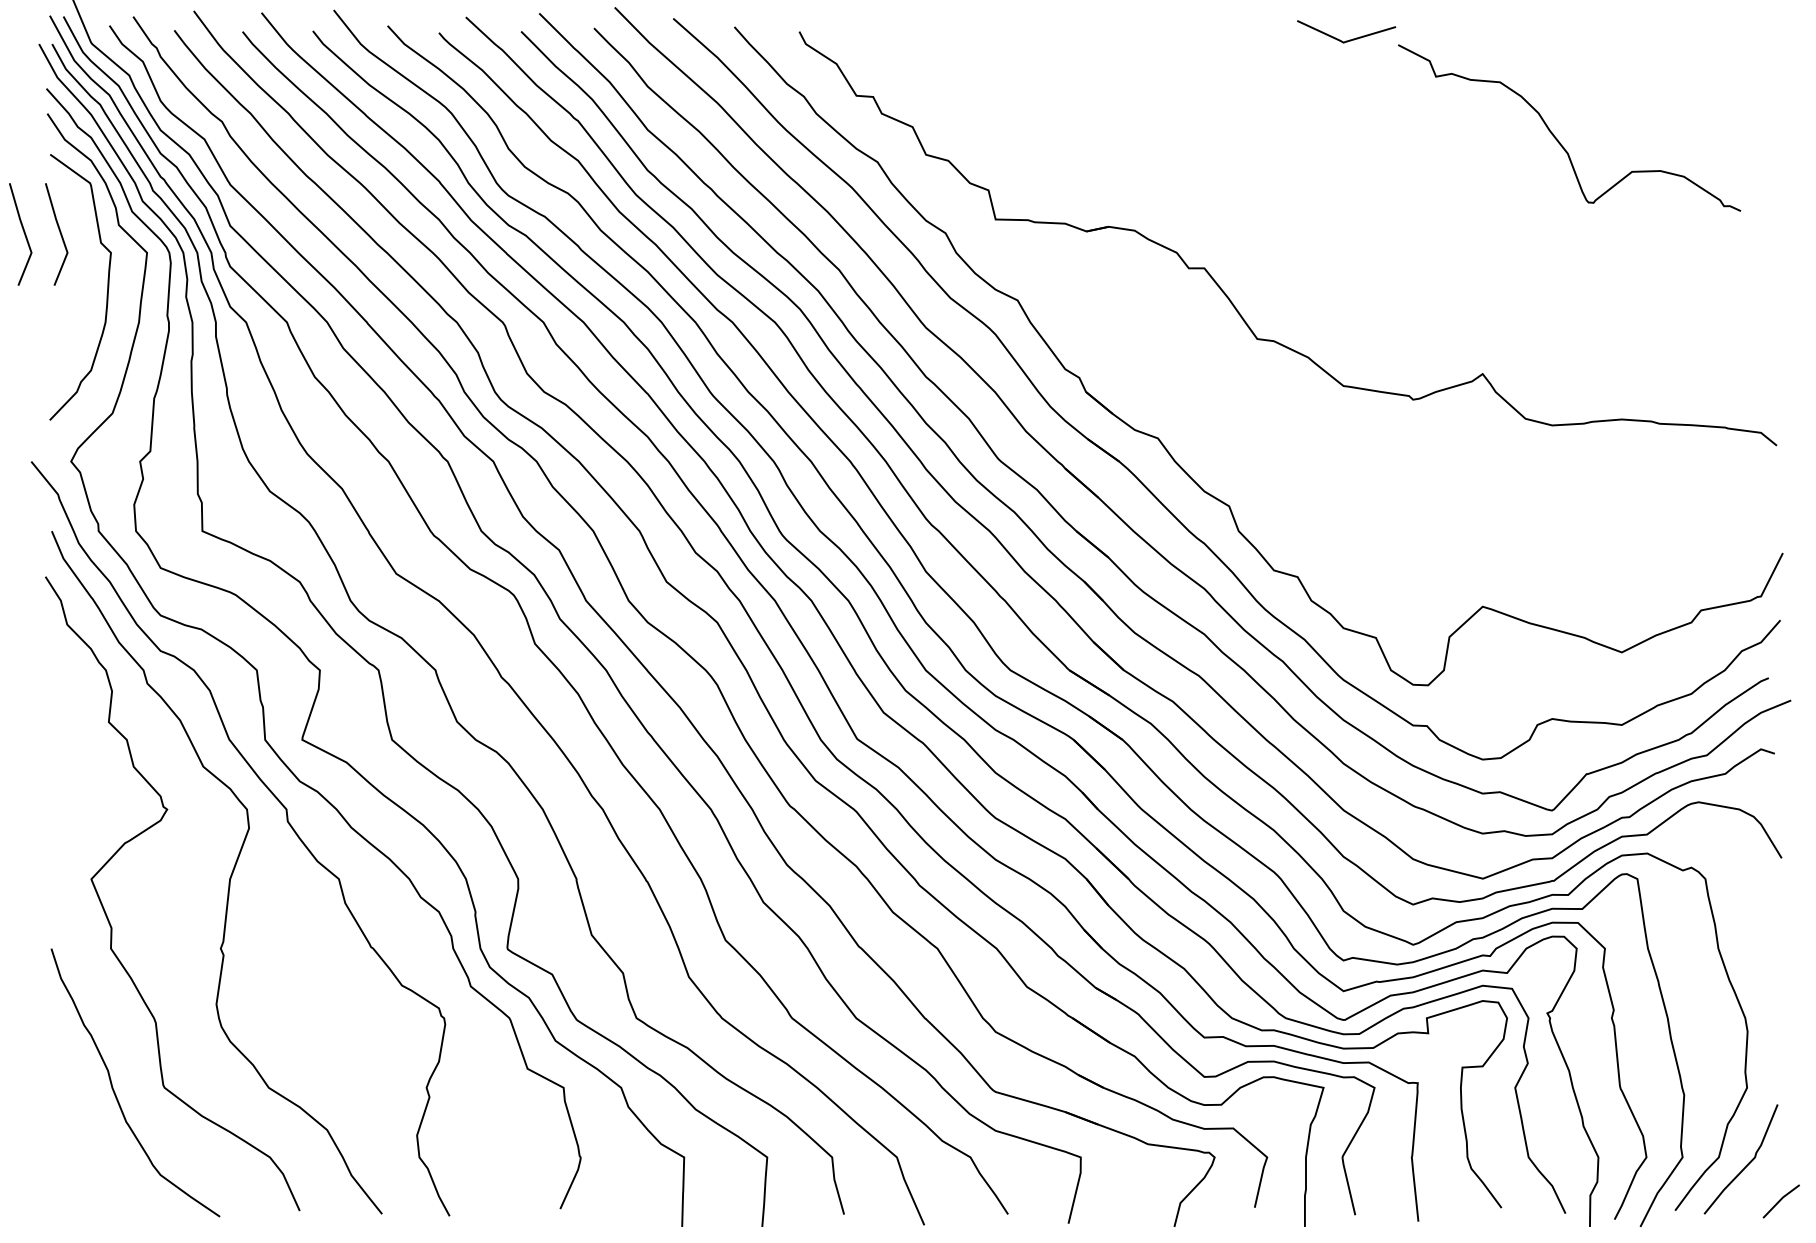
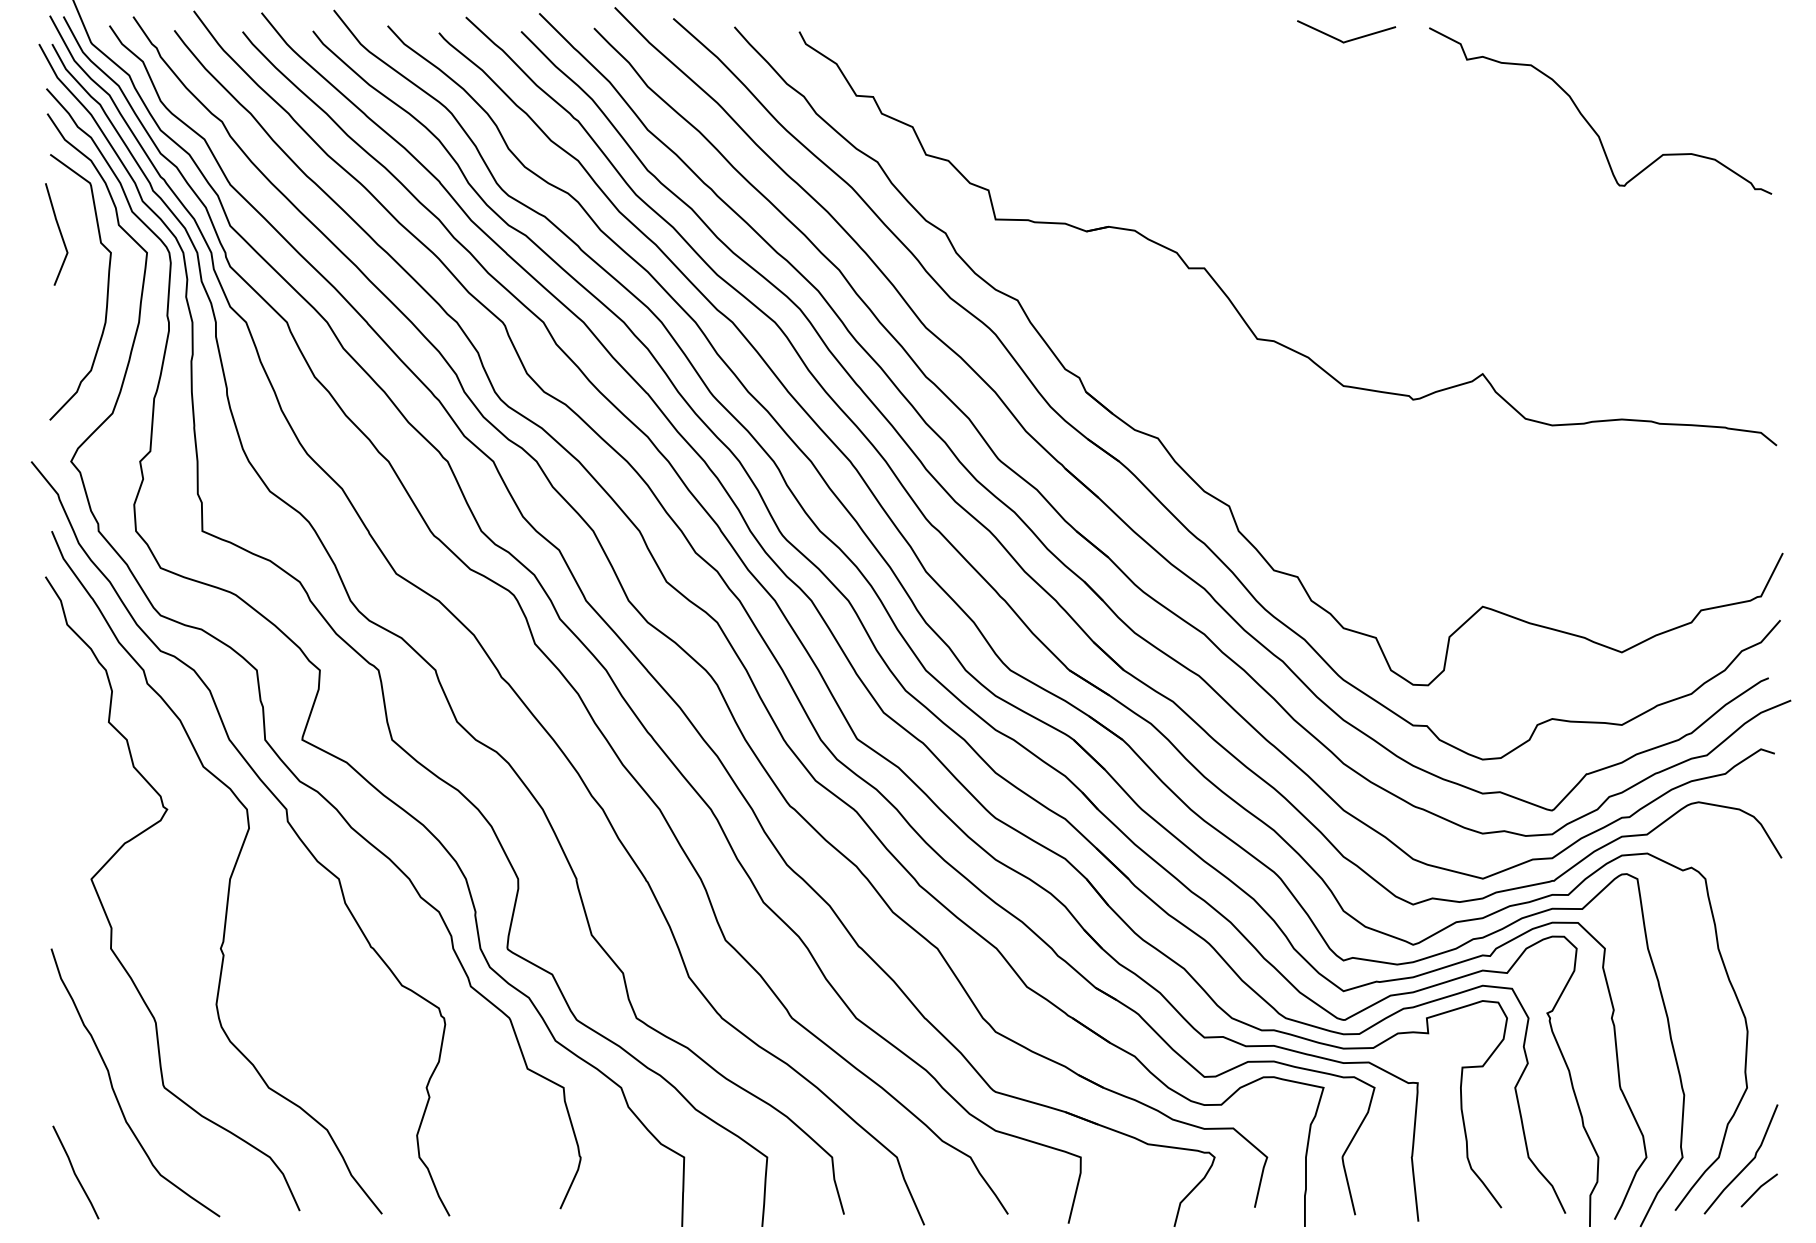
curve at (1557, 138) position: (1557, 138) -> (1588, 121)
line at (23, 232): present -> none
line at (75, 1172): none -> present
line at (1780, 1201) position: (1780, 1201) -> (1758, 1190)
